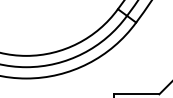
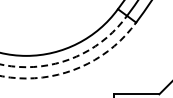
arc at (71, 58): solid -> dashed
arc at (74, 69): solid -> dashed
